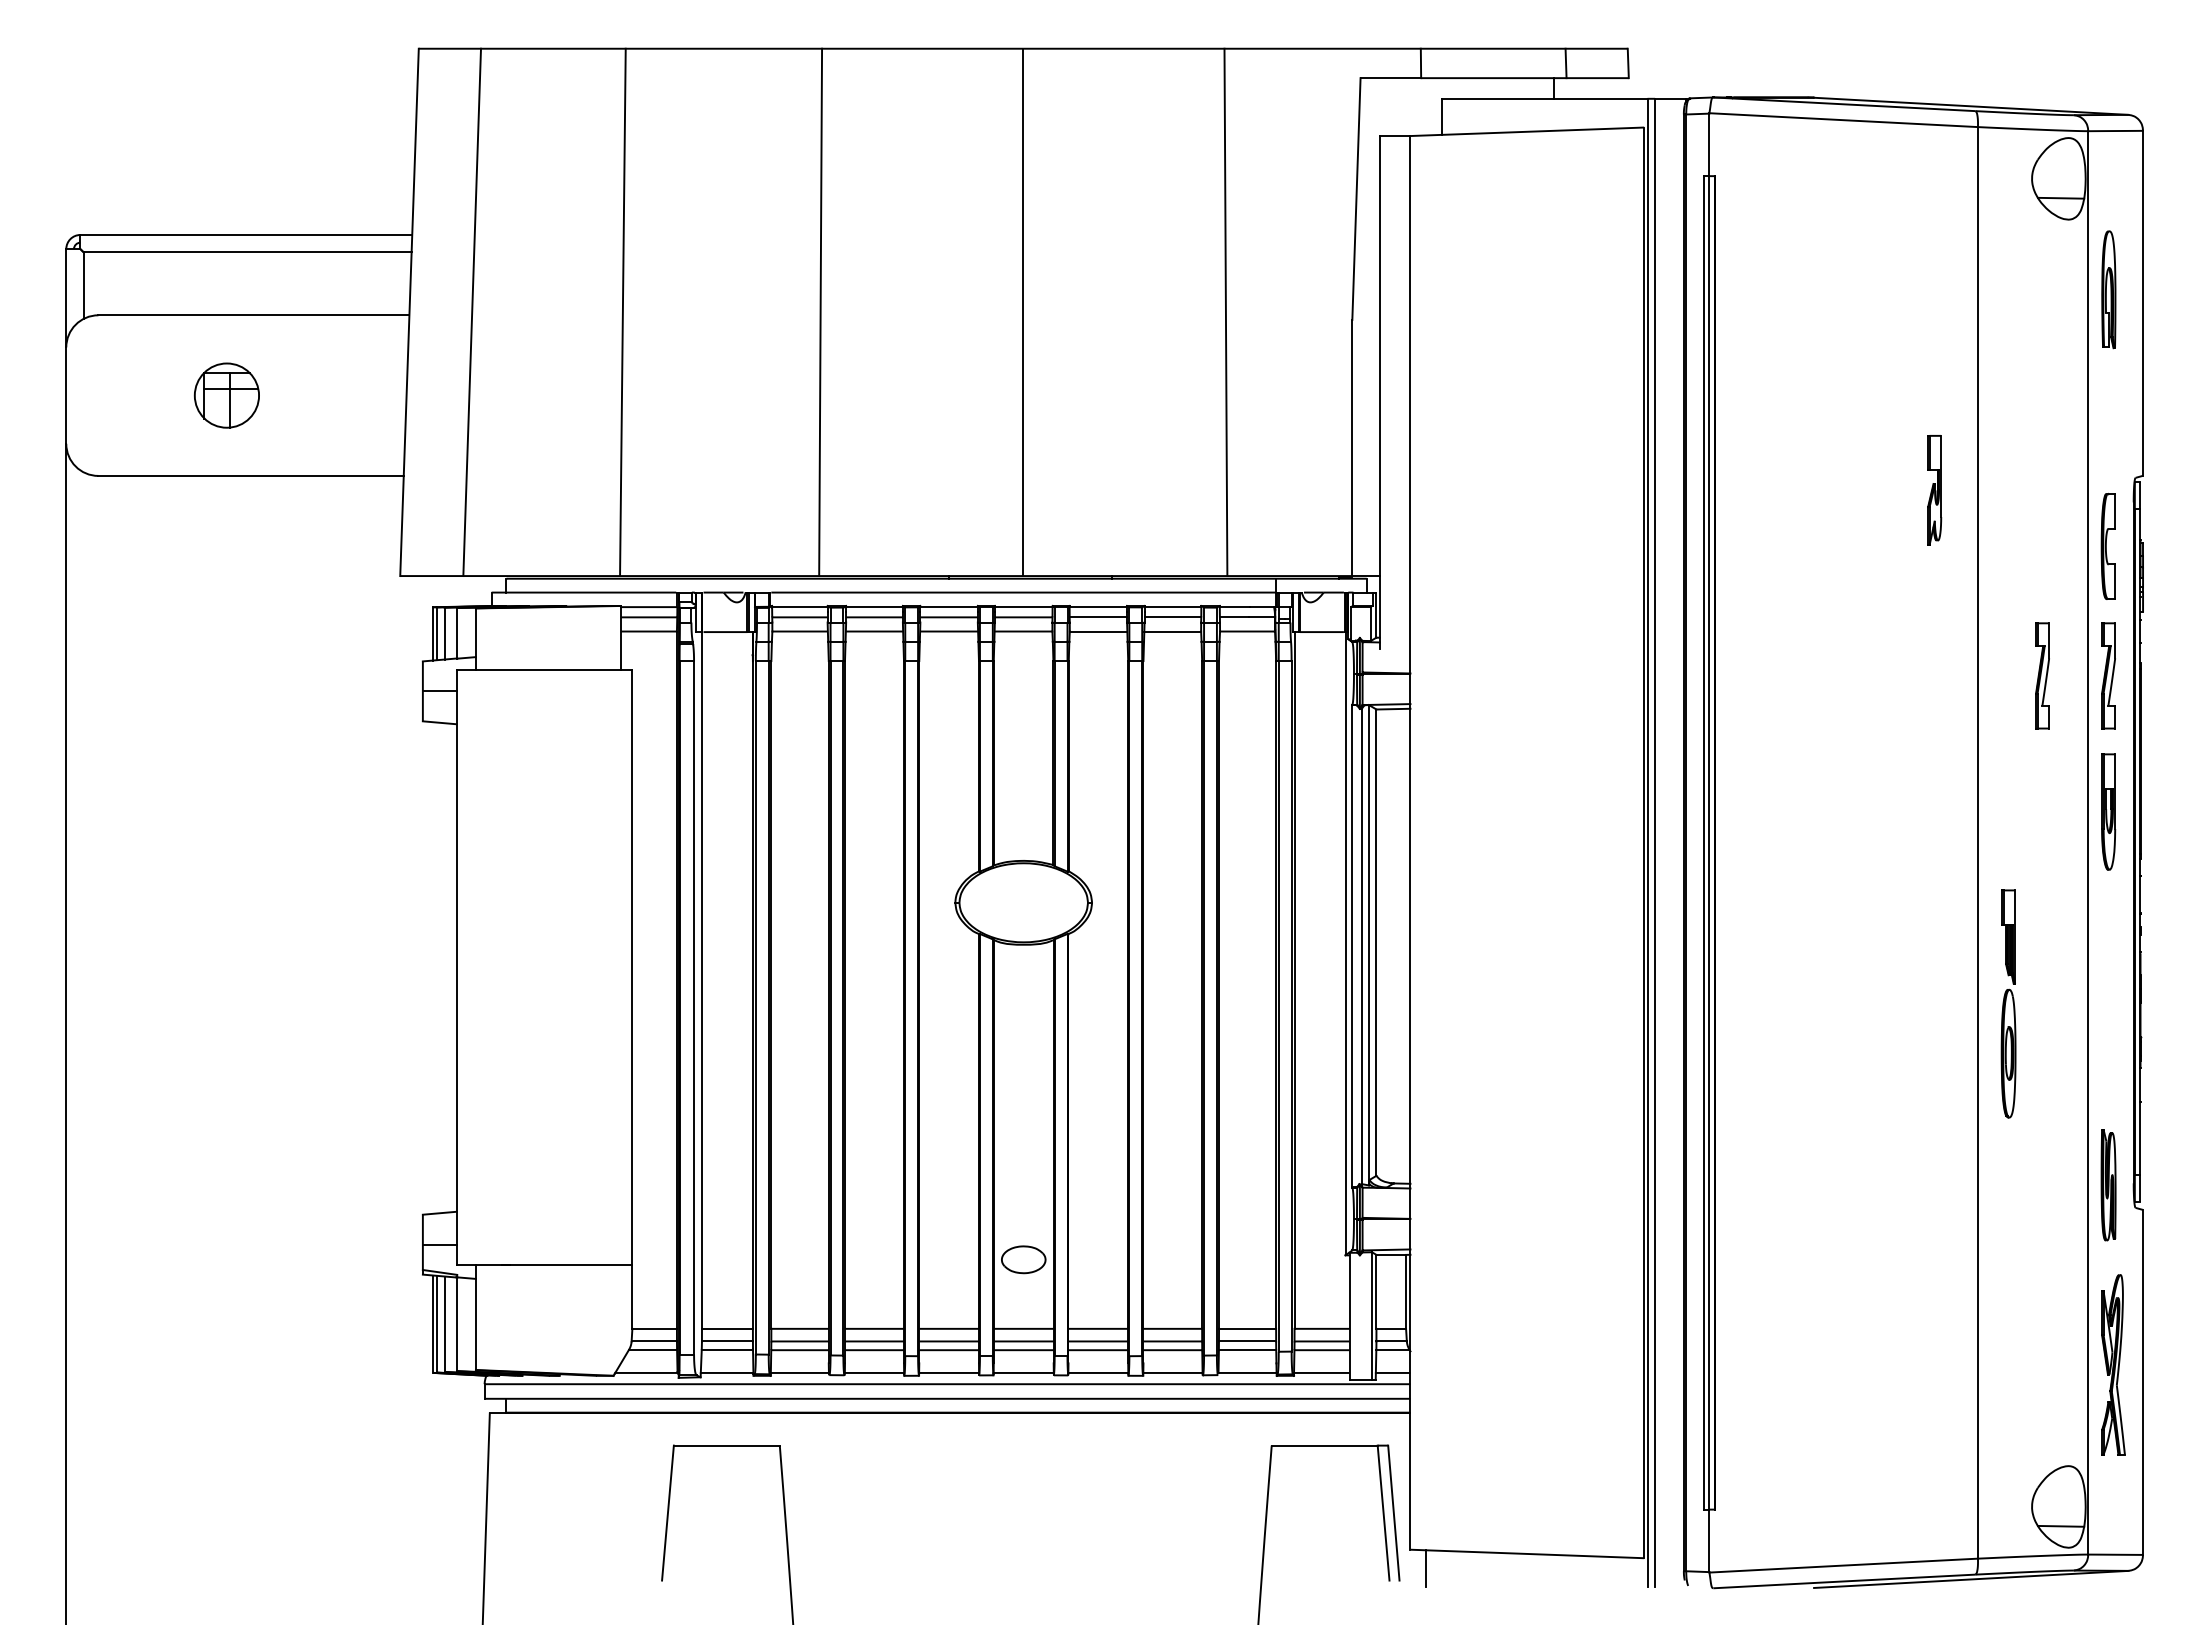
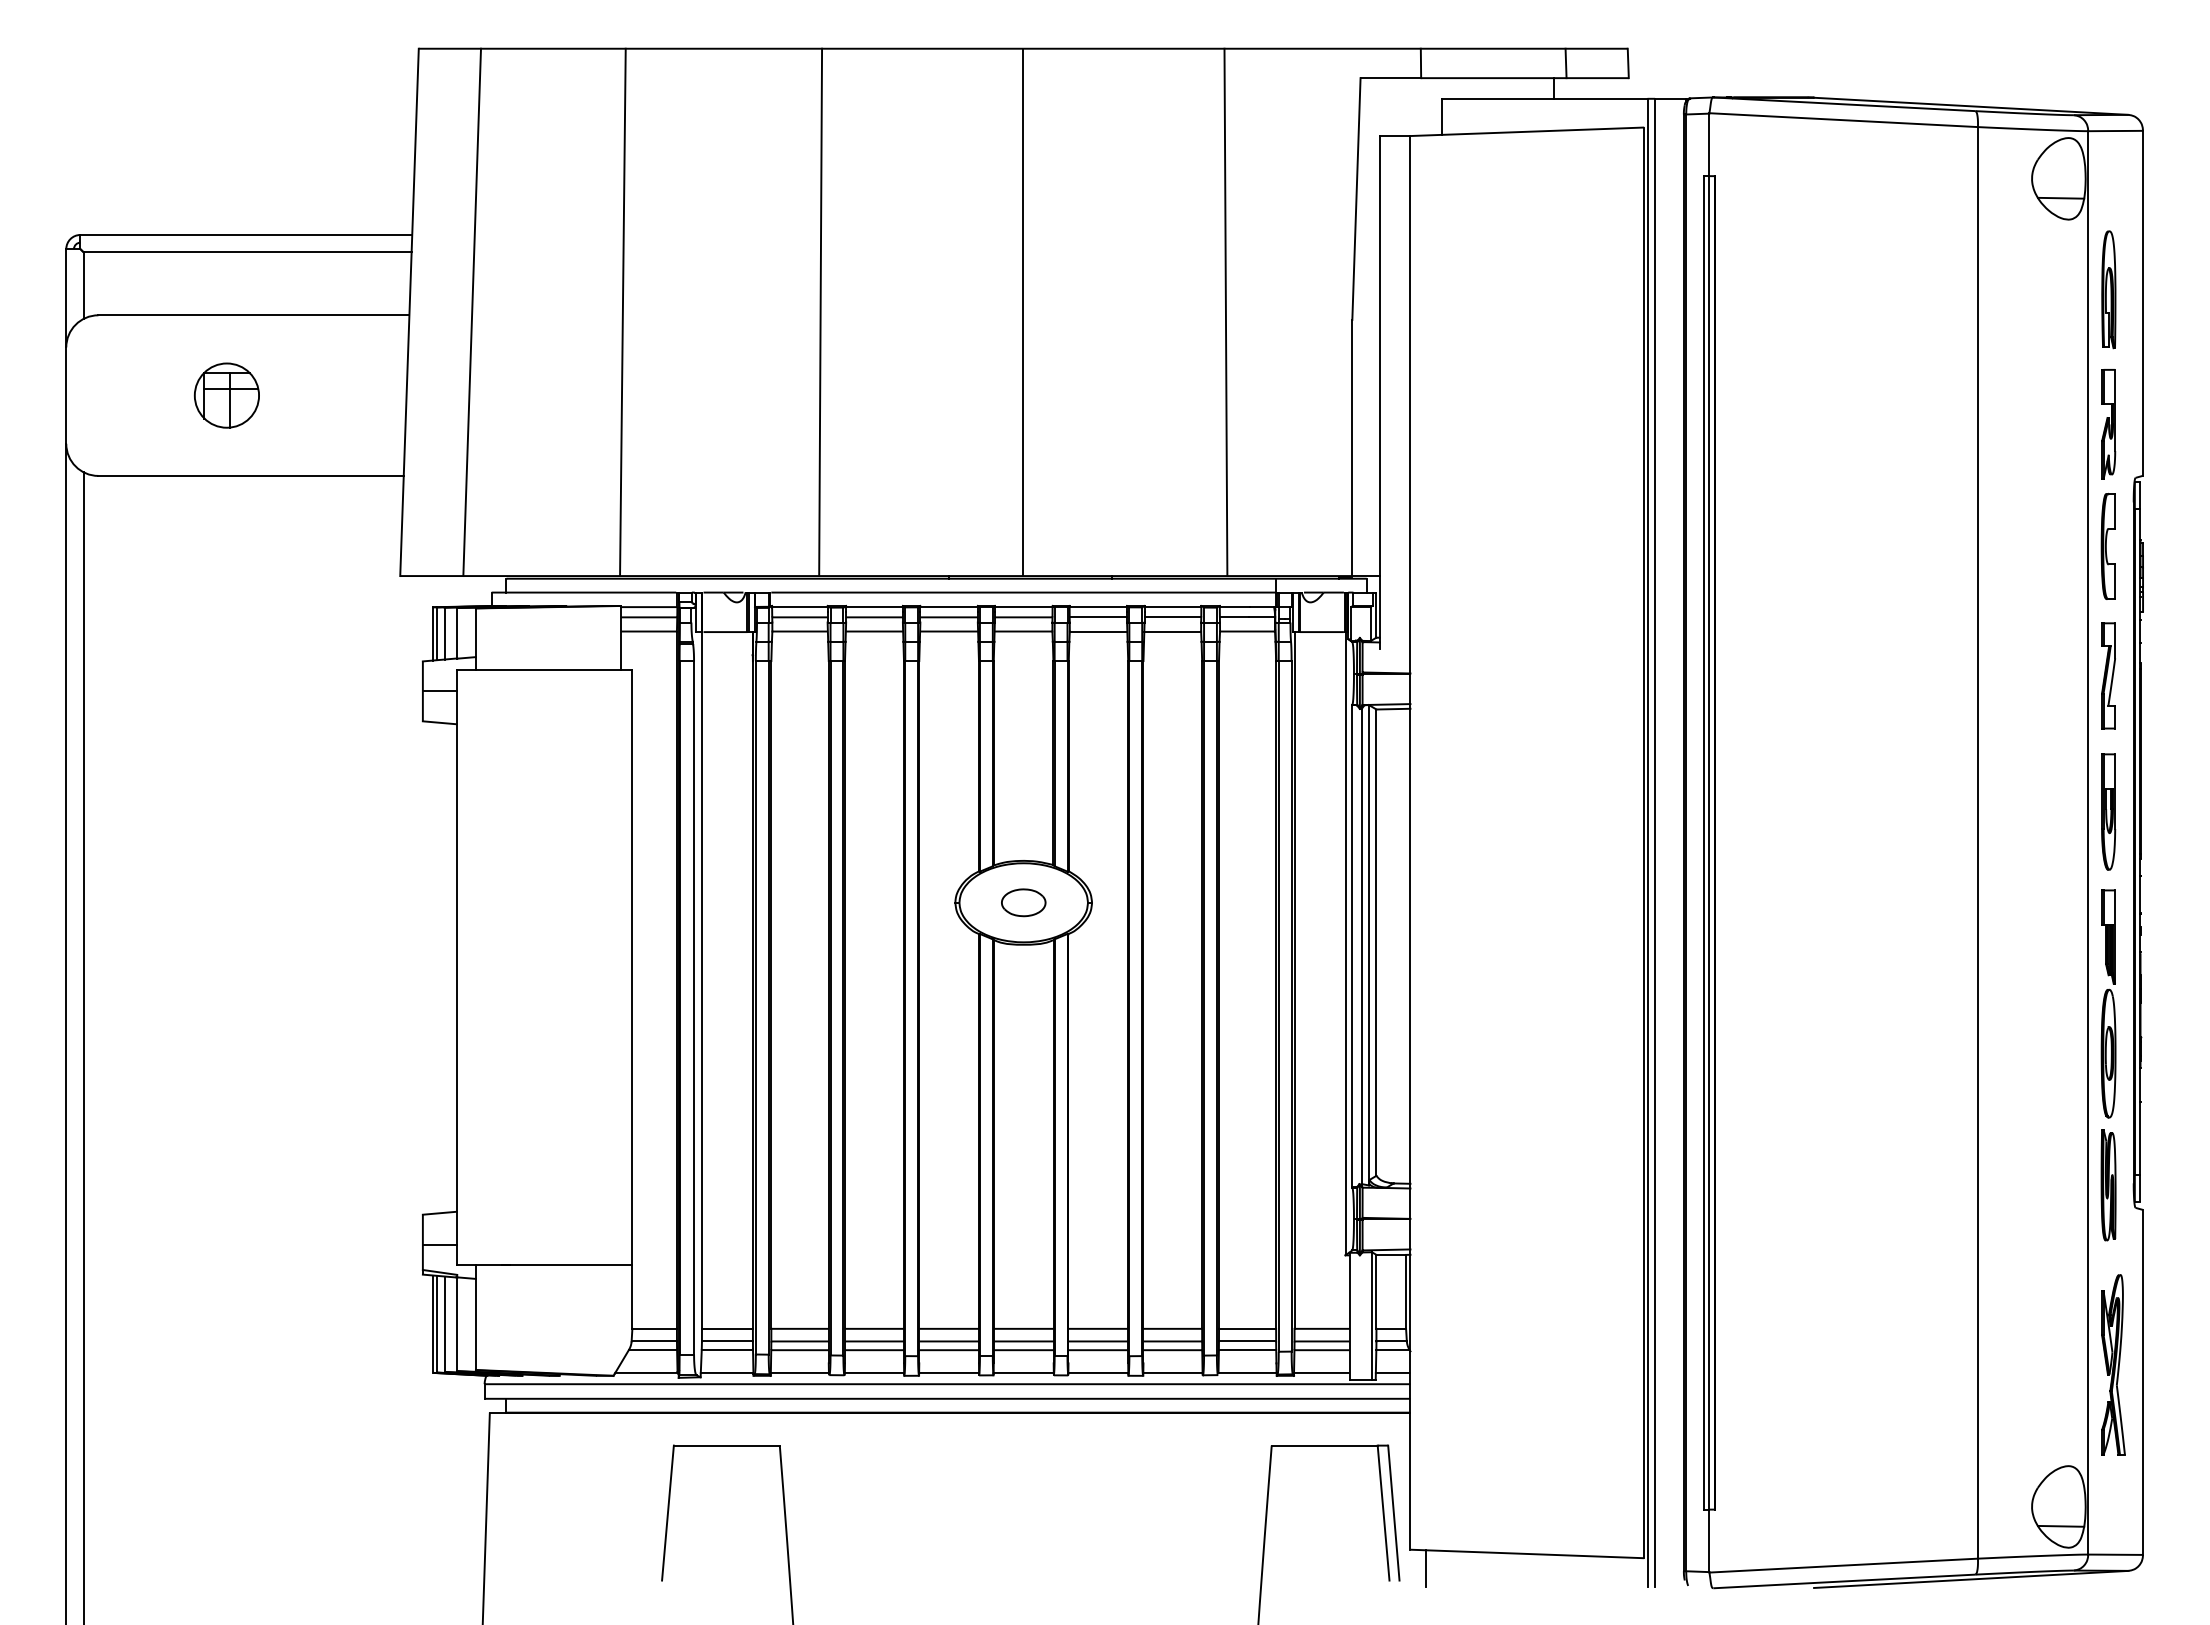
part at (1934, 490) position: (1934, 490) -> (2108, 424)
part at (2042, 675): present -> none
part at (2008, 1003) position: (2008, 1003) -> (2108, 1003)
line at (83, 1046): none -> present
part at (1023, 1259) position: (1023, 1259) -> (1023, 902)
